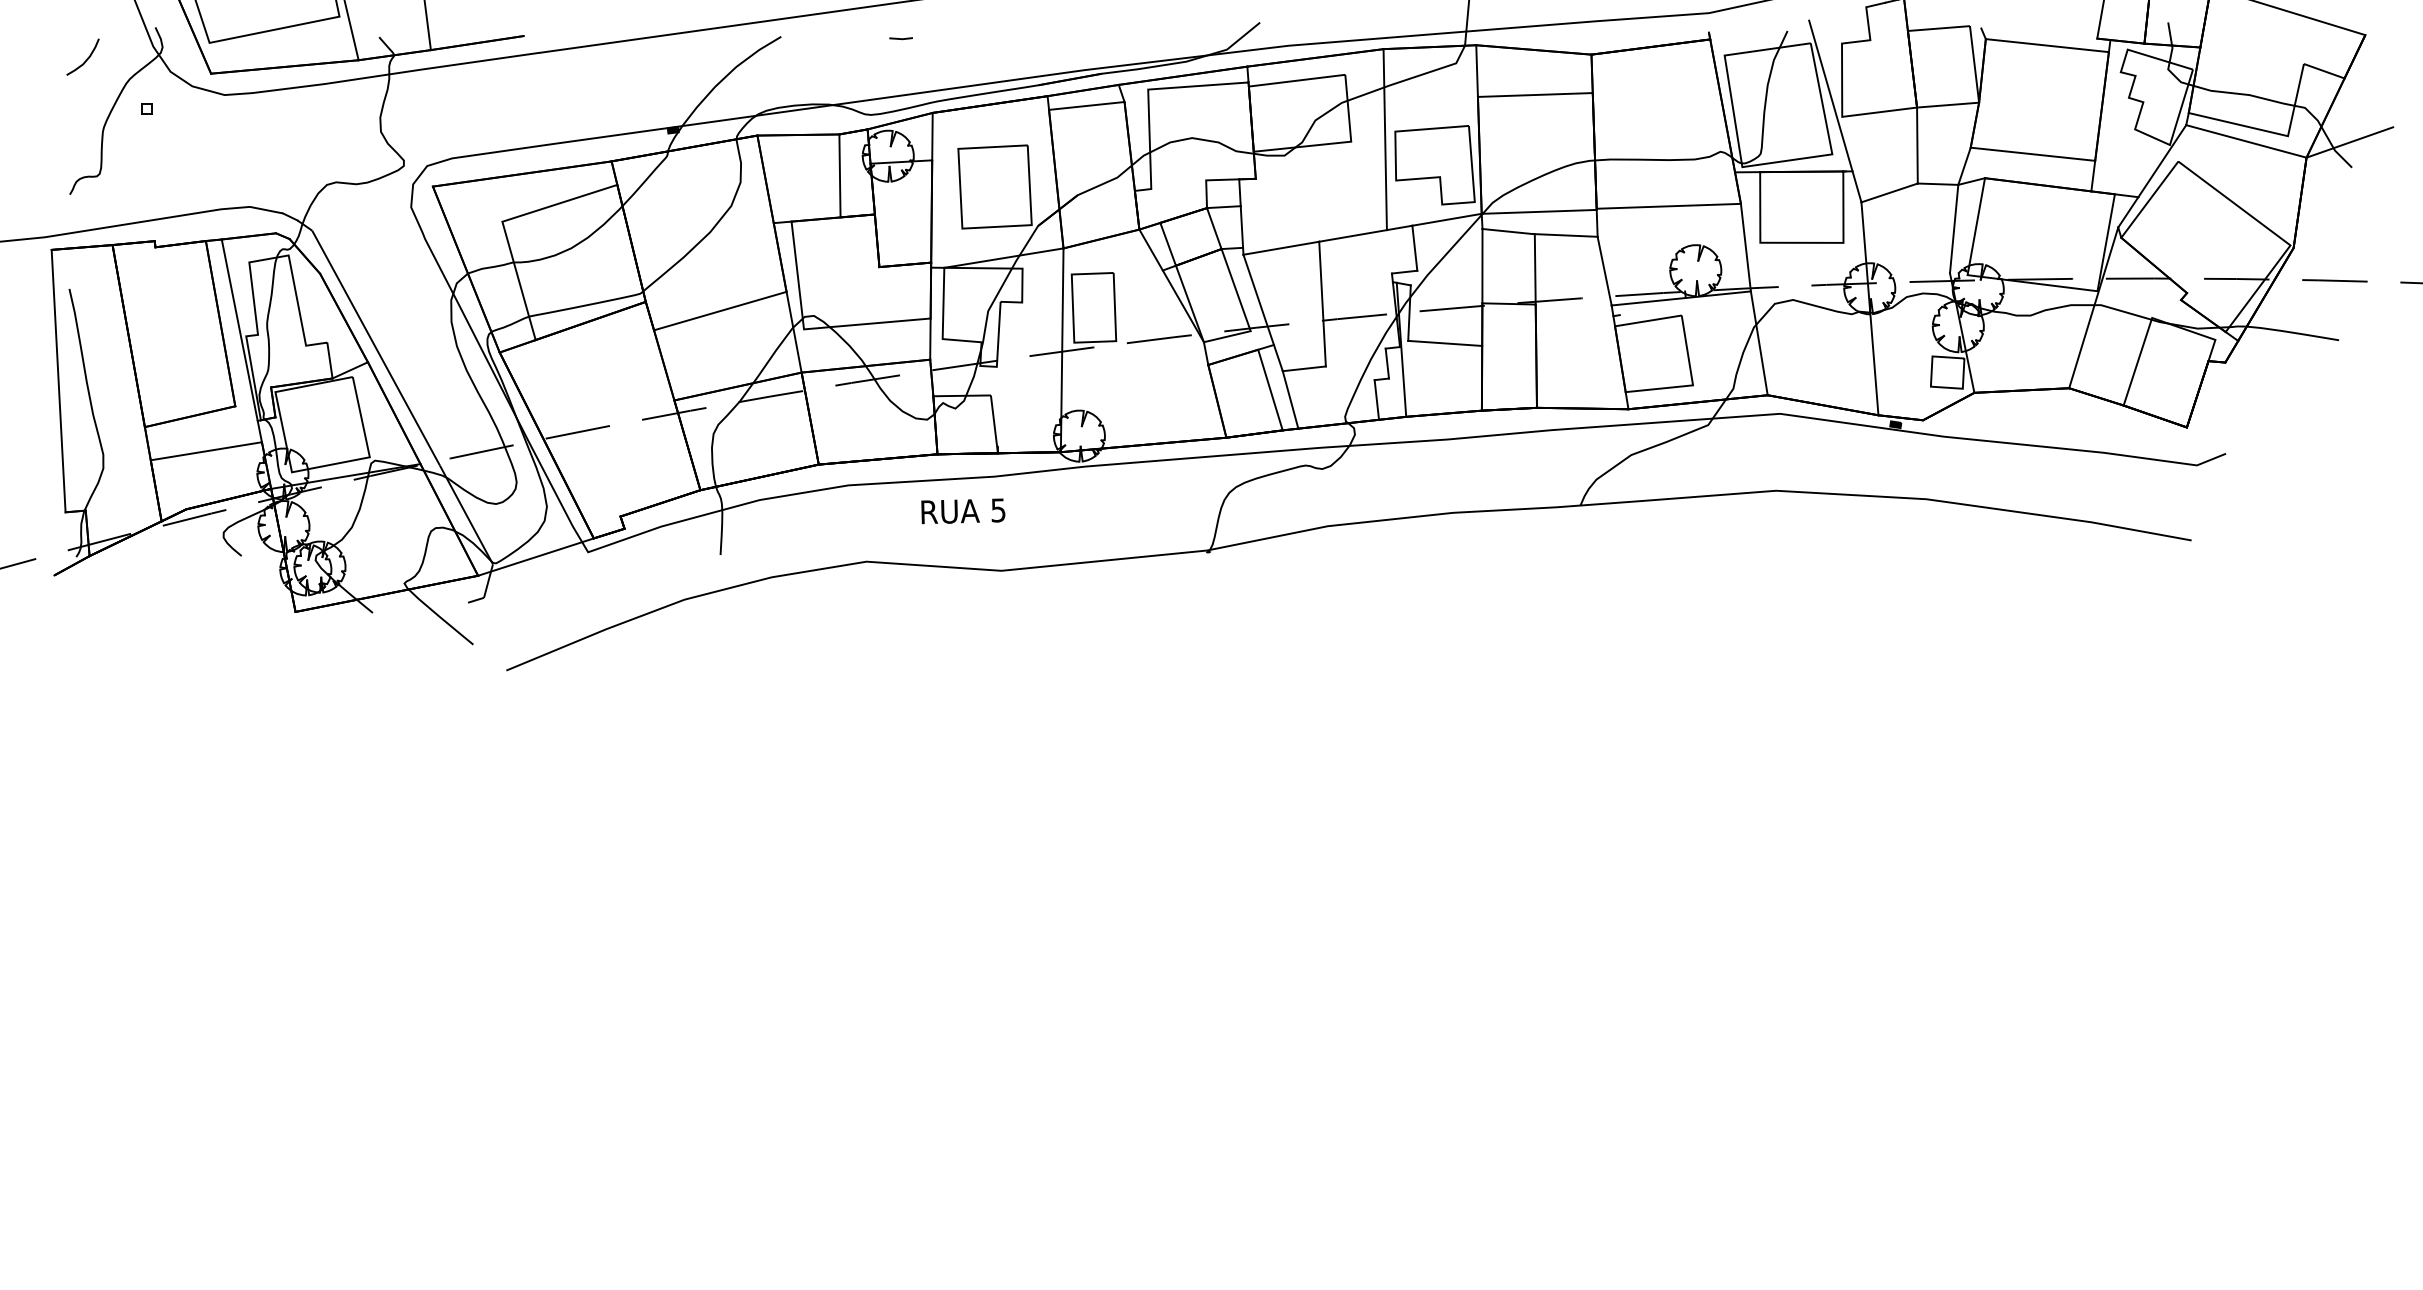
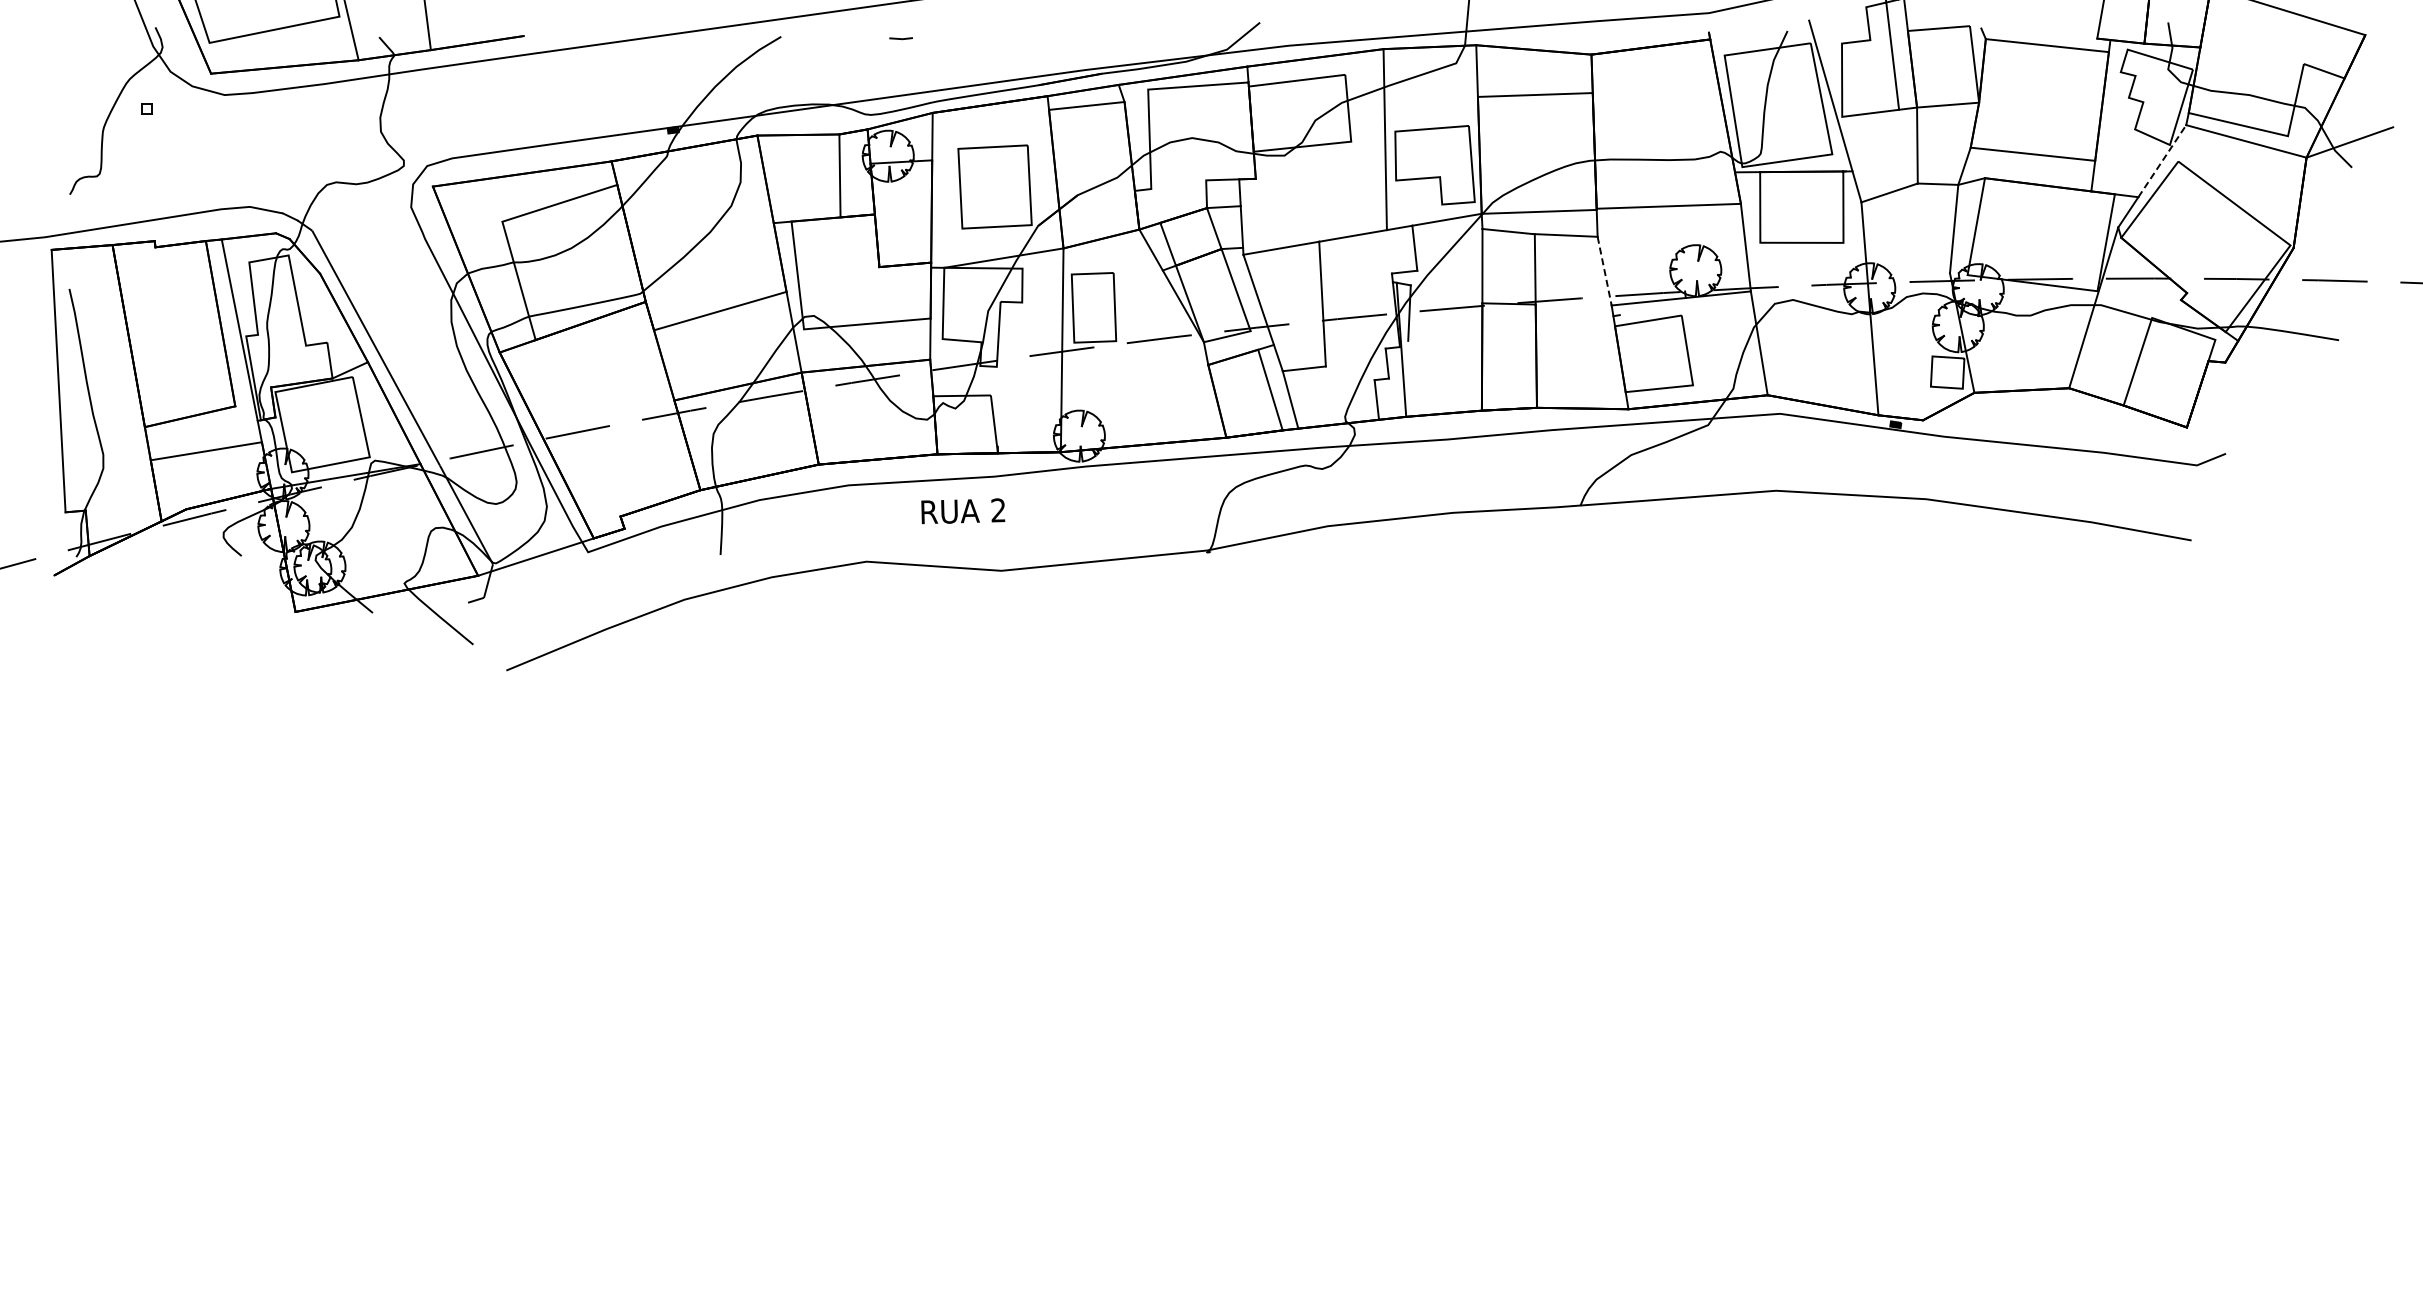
line at (1910, 54) position: (1910, 54) -> (1892, 55)
curve at (86, 58): present -> none
line at (2162, 160): solid -> dashed
line at (1604, 271): solid -> dashed
line at (1445, 342): present -> none
text at (998, 510): 5 -> 2
